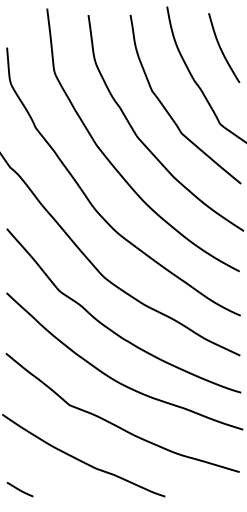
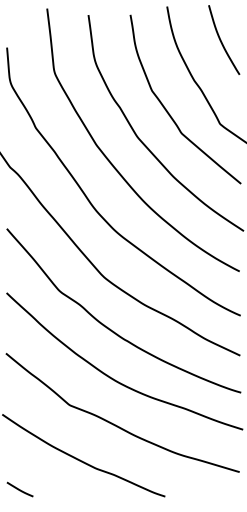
curve at (222, 49) position: (222, 49) -> (222, 41)
